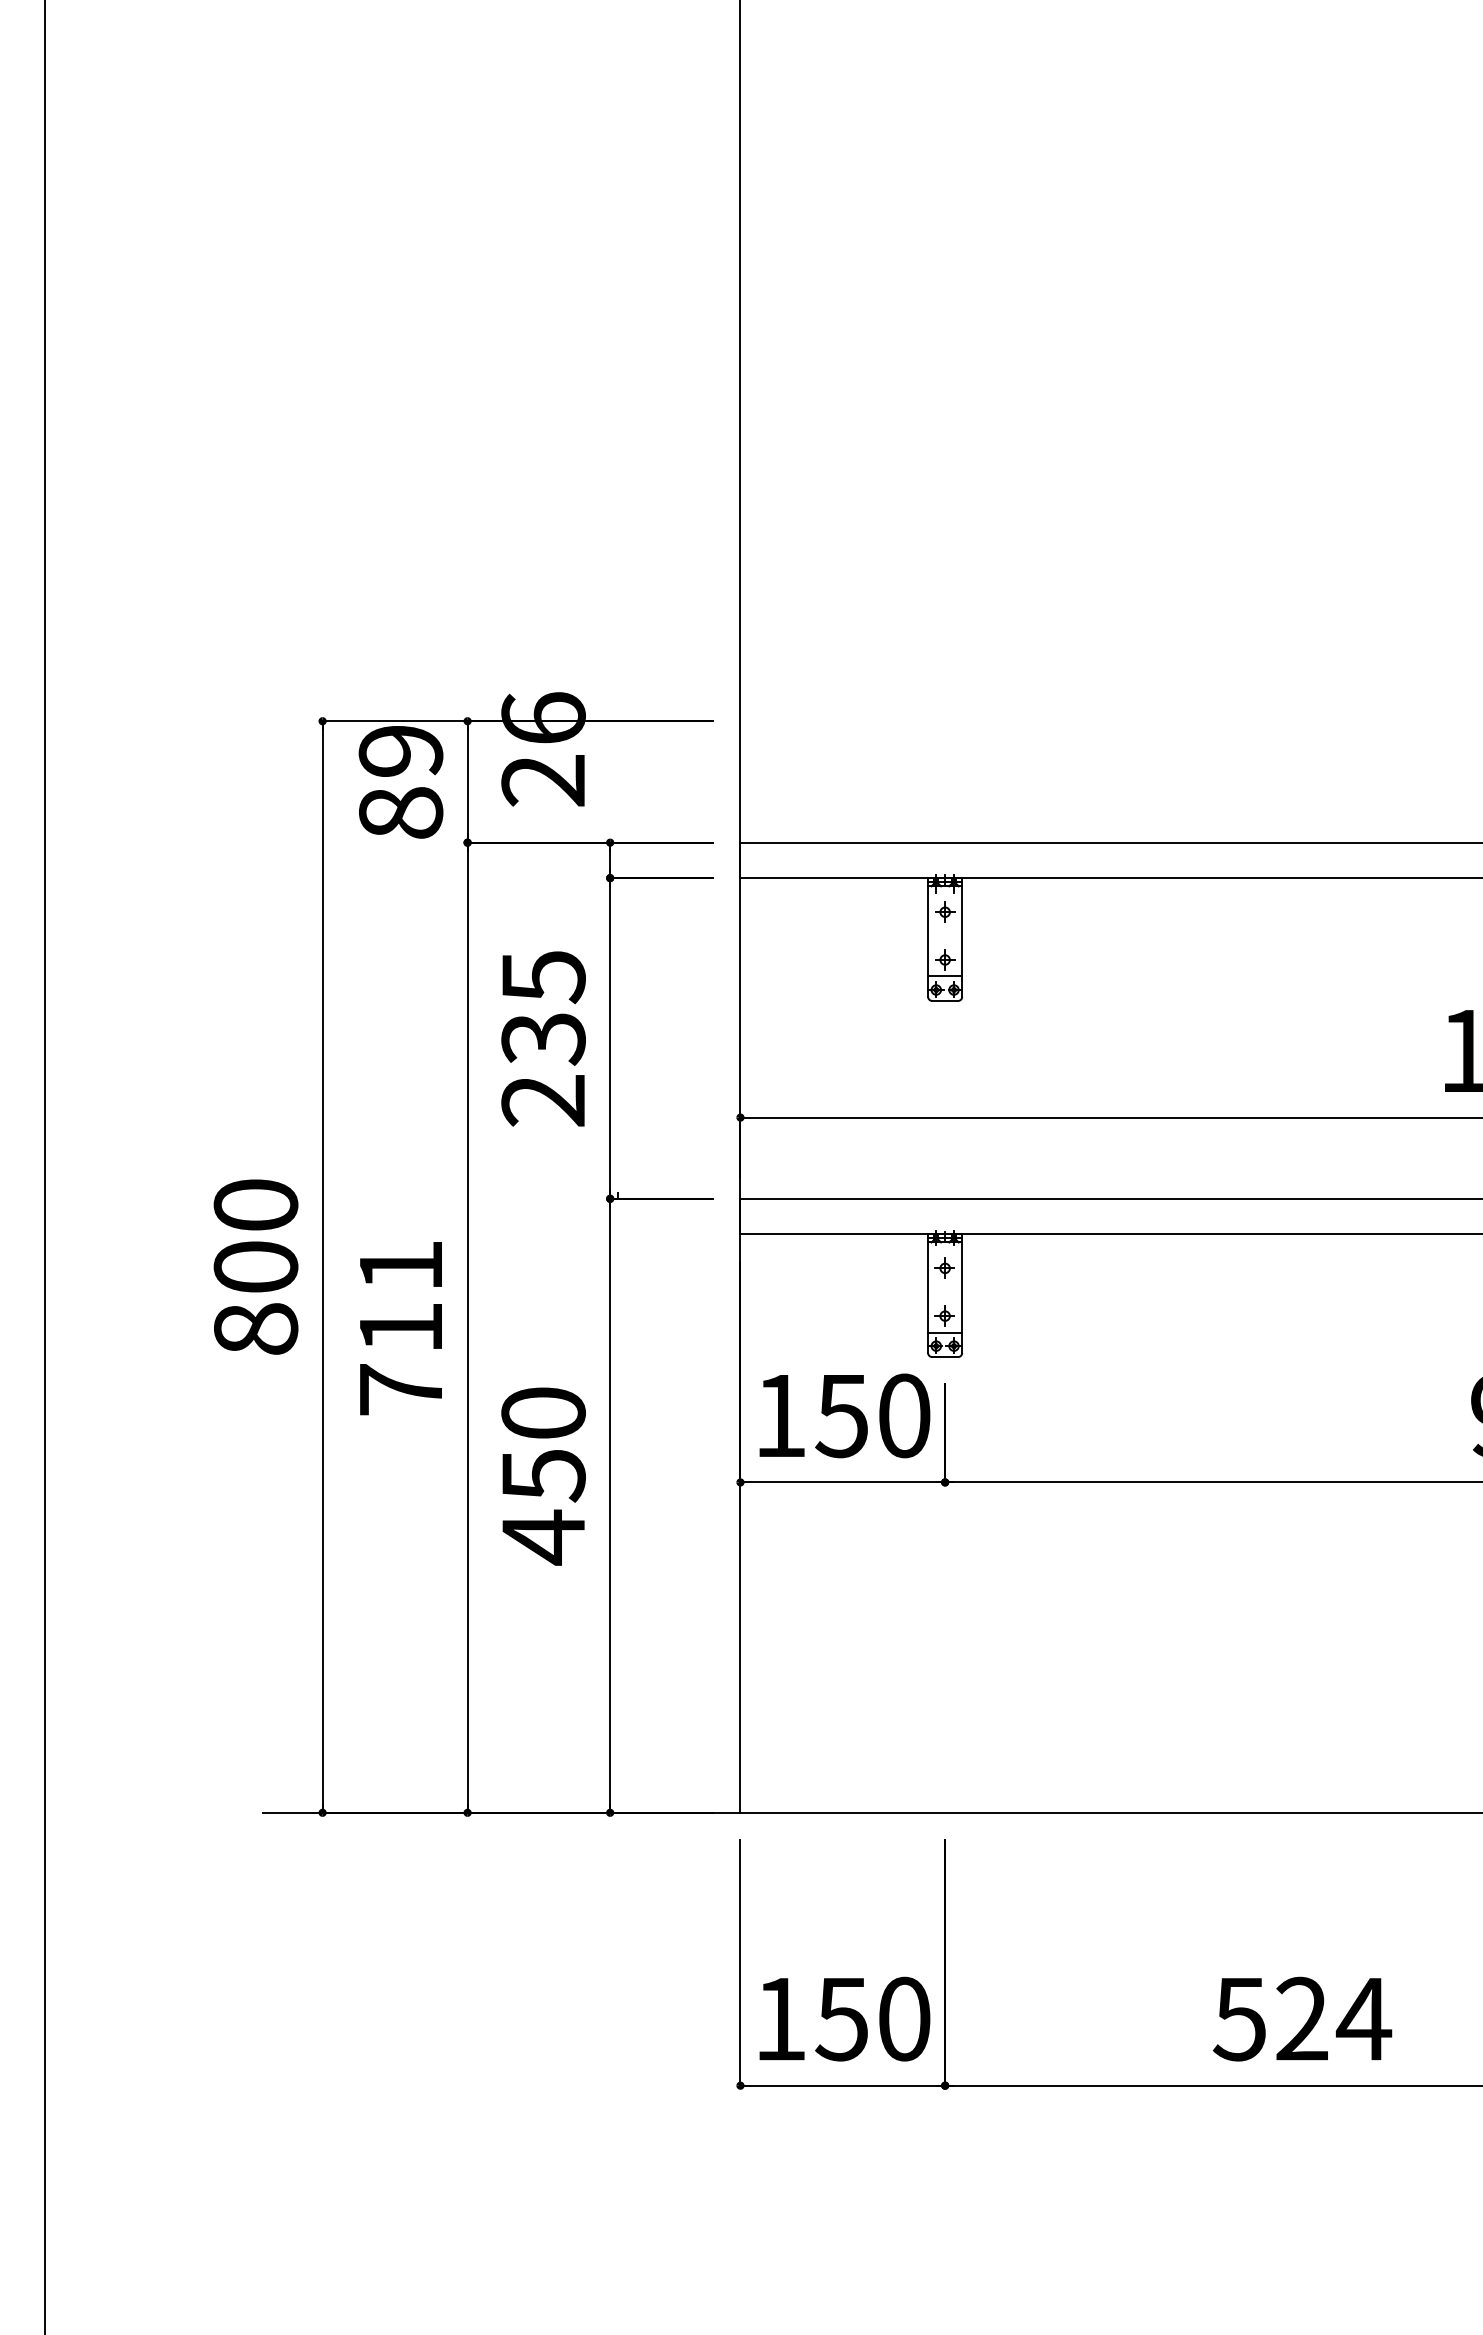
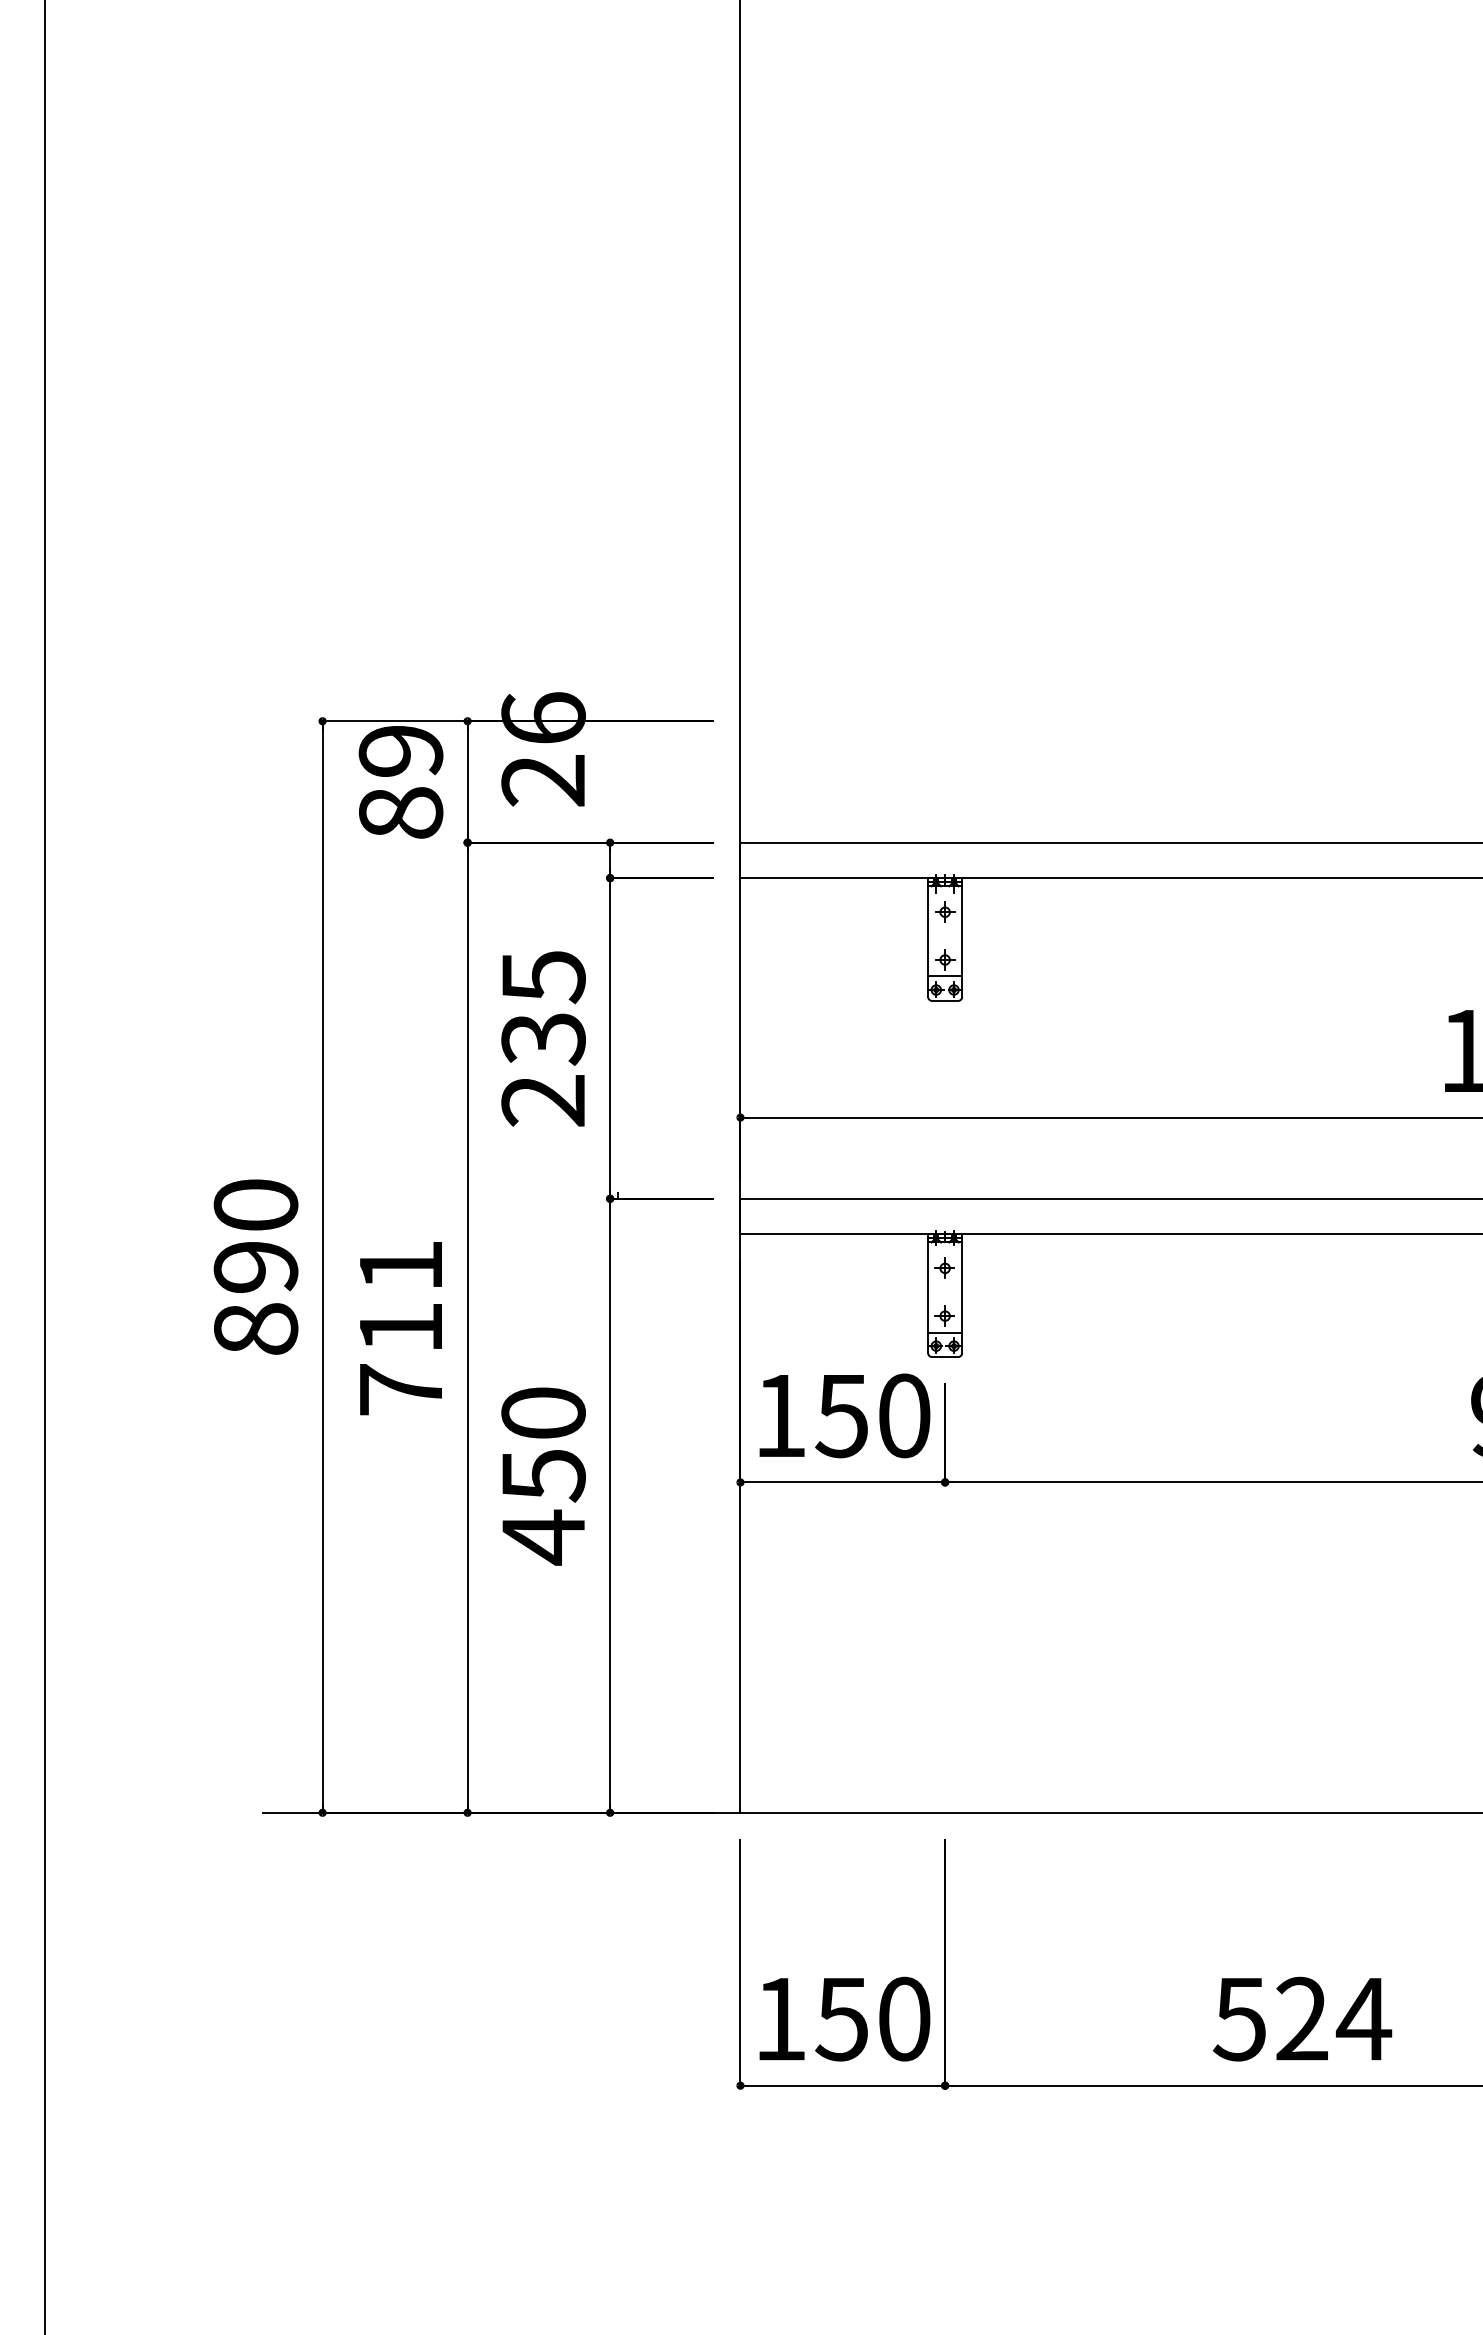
text at (255, 1266): 800 -> 890
